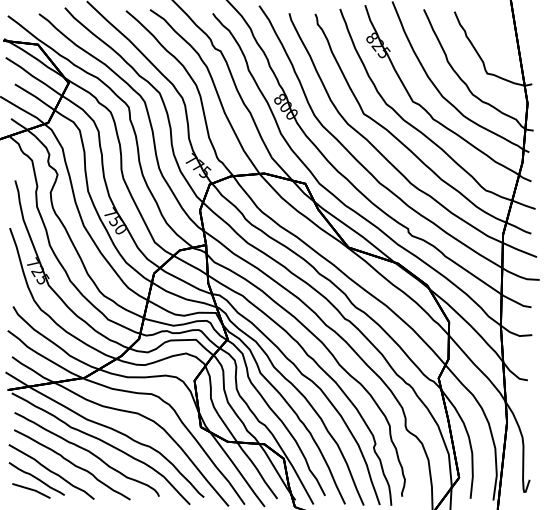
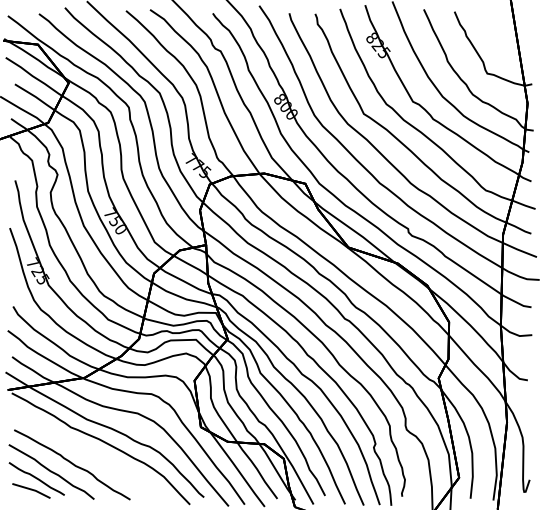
part at (86, 454): present -> none
